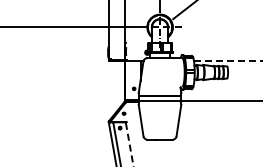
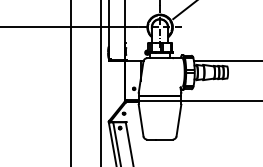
line at (228, 60): dashed -> solid
line at (71, 82): none -> present
line at (101, 82): none -> present
line at (129, 143): dashed -> solid
